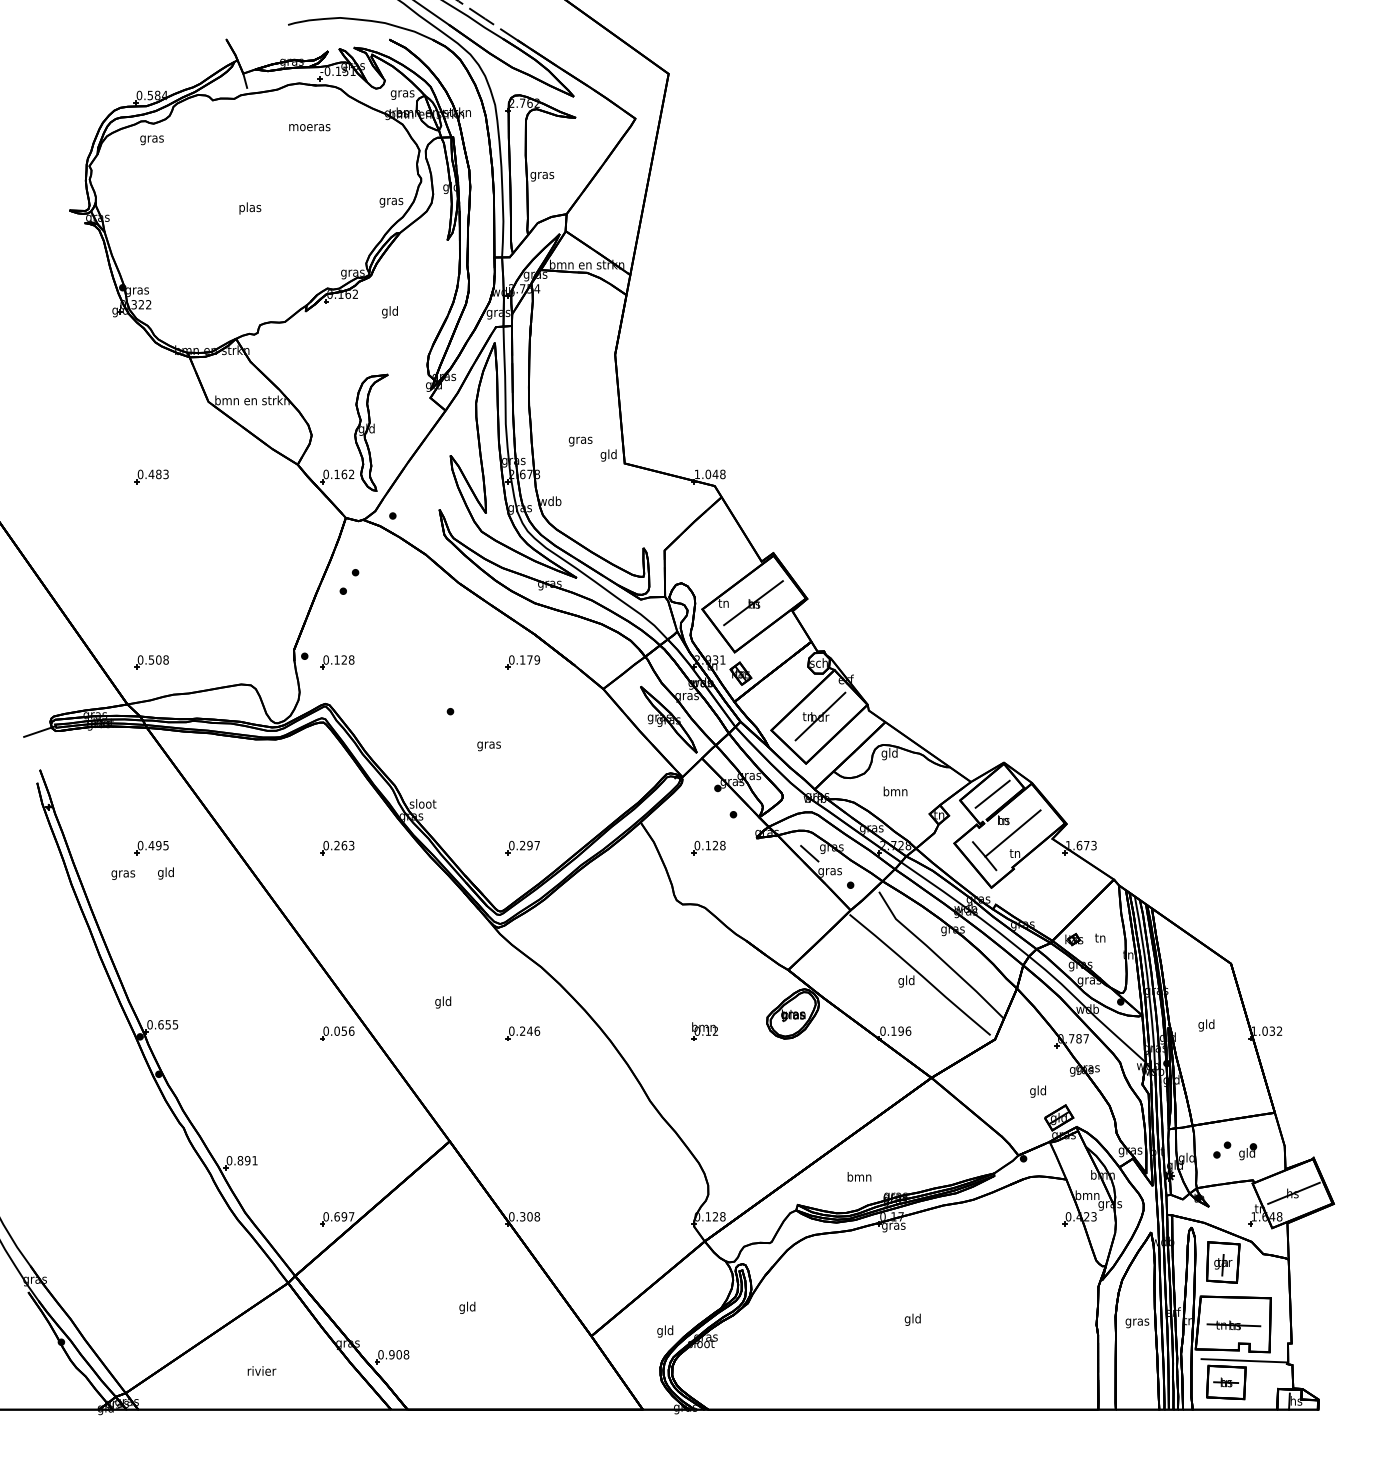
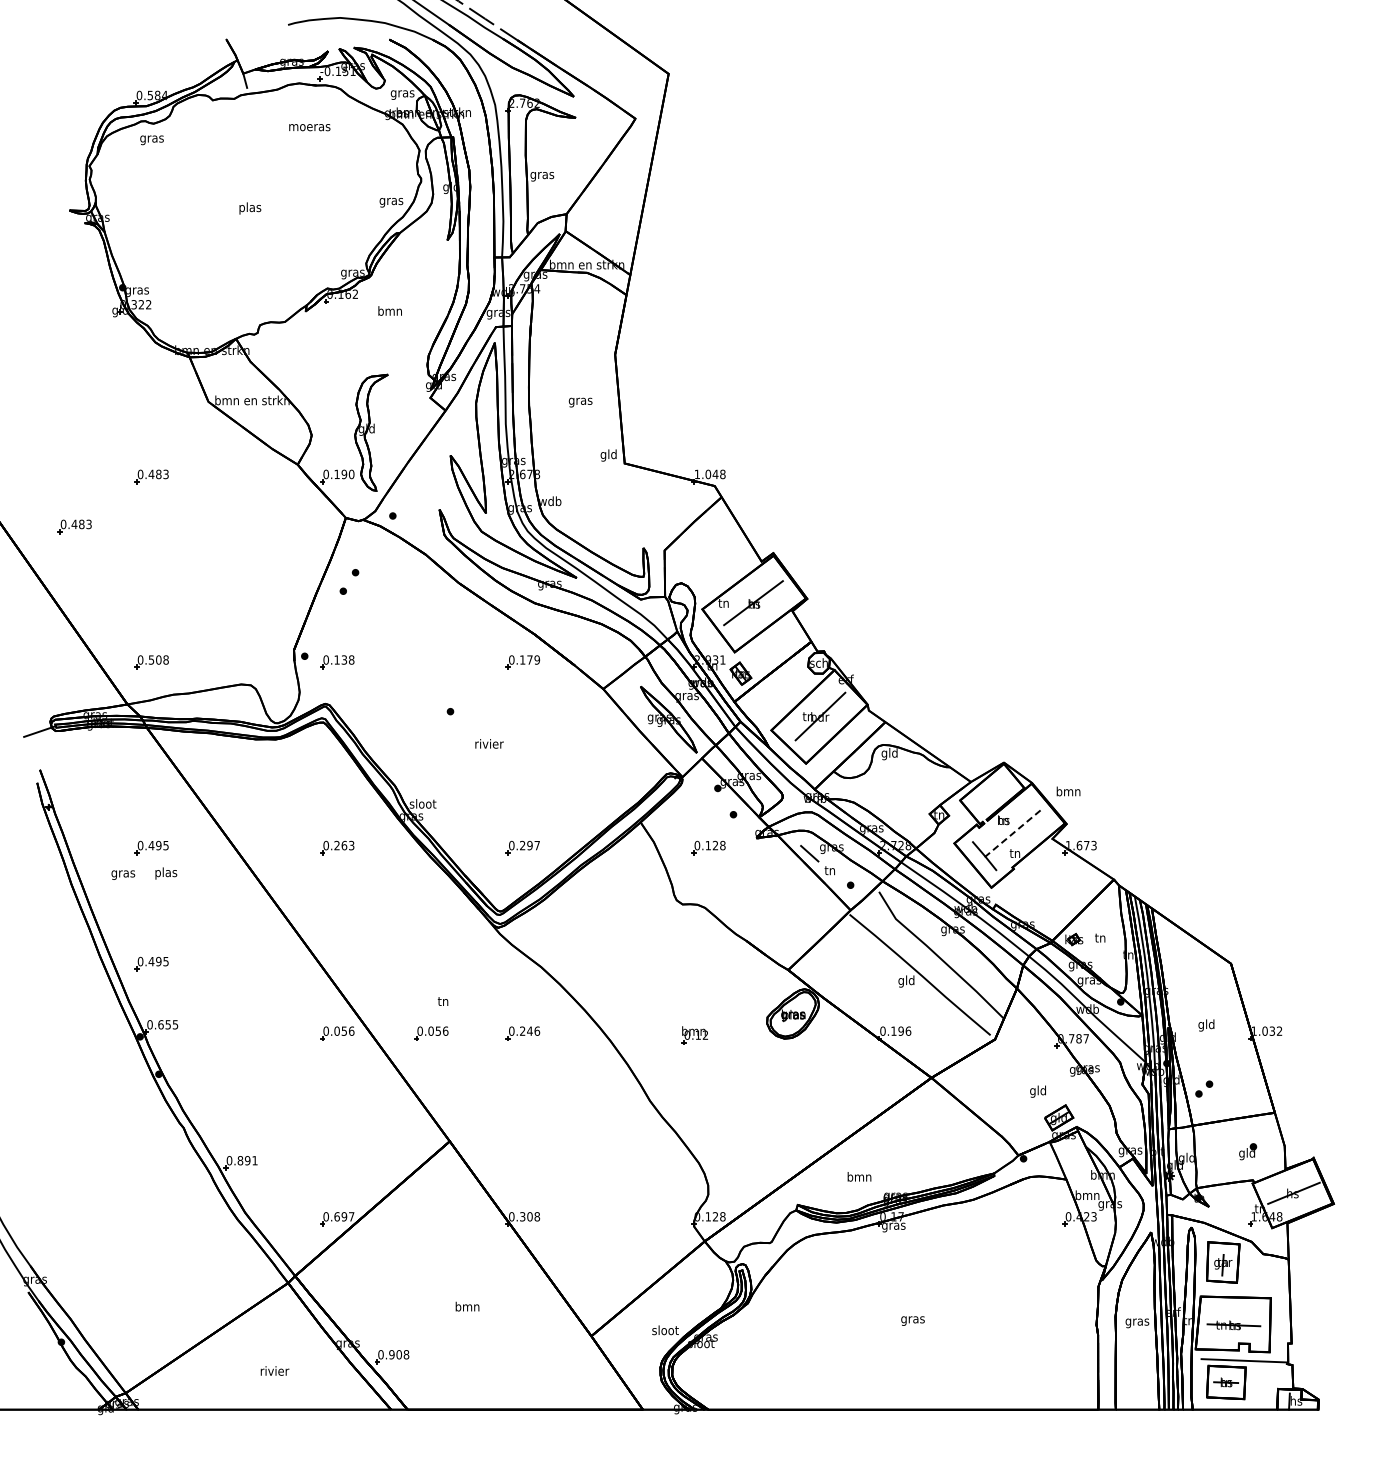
text at (389, 312): gld -> bmn
text at (580, 441) position: (580, 441) -> (580, 402)
text at (347, 474): 0.162 -> 0.190
part at (74, 526): none -> present
text at (344, 660): 0.128 -> 0.138
text at (489, 745): gras -> rivier
text at (895, 791) position: (895, 791) -> (1068, 791)
line at (992, 793): present -> none
line at (1012, 833): solid -> dashed
text at (829, 871): gras -> tn
text at (166, 873): gld -> plas
part at (151, 963): none -> present
text at (443, 1002): gld -> tn
part at (704, 1031) position: (704, 1031) -> (694, 1035)
part at (431, 1033): none -> present
part at (1222, 1149) position: (1222, 1149) -> (1204, 1088)
text at (467, 1307): gld -> bmn
text at (912, 1319): gld -> gras
text at (665, 1331): gld -> sloot
text at (261, 1370) position: (261, 1370) -> (274, 1370)
